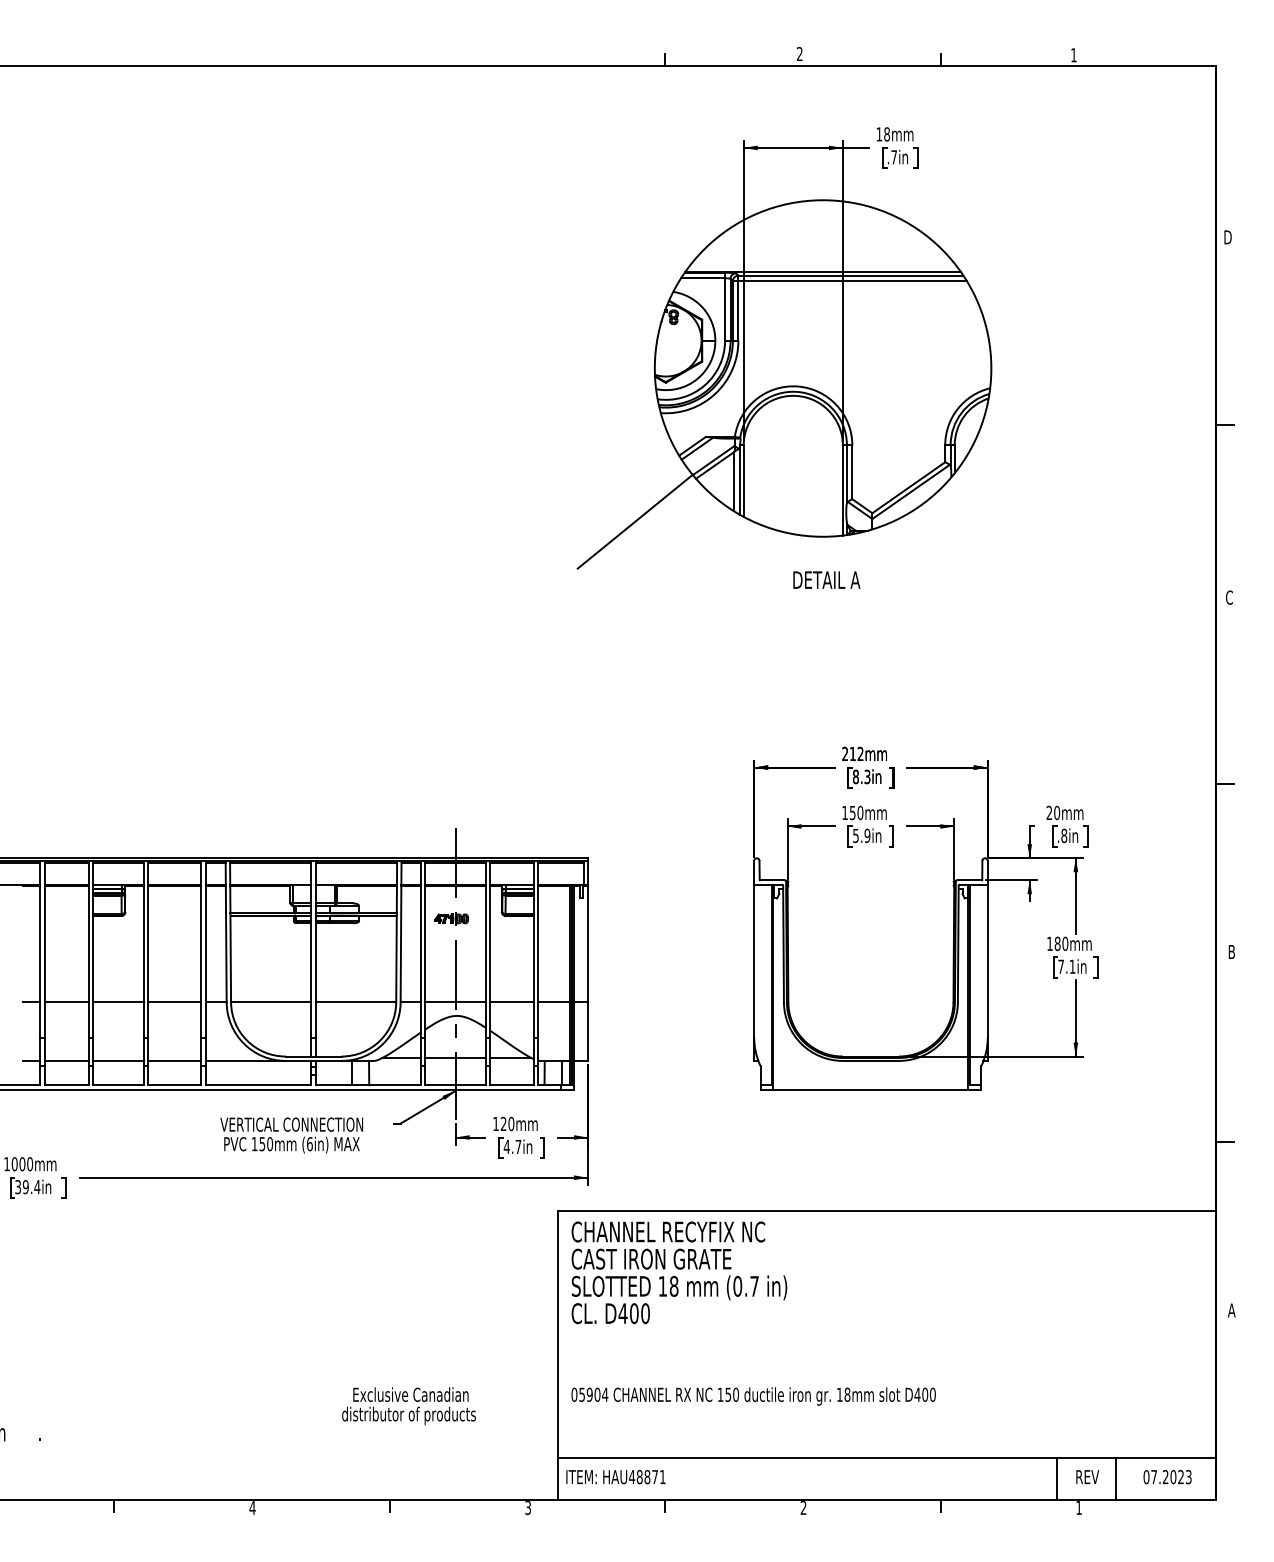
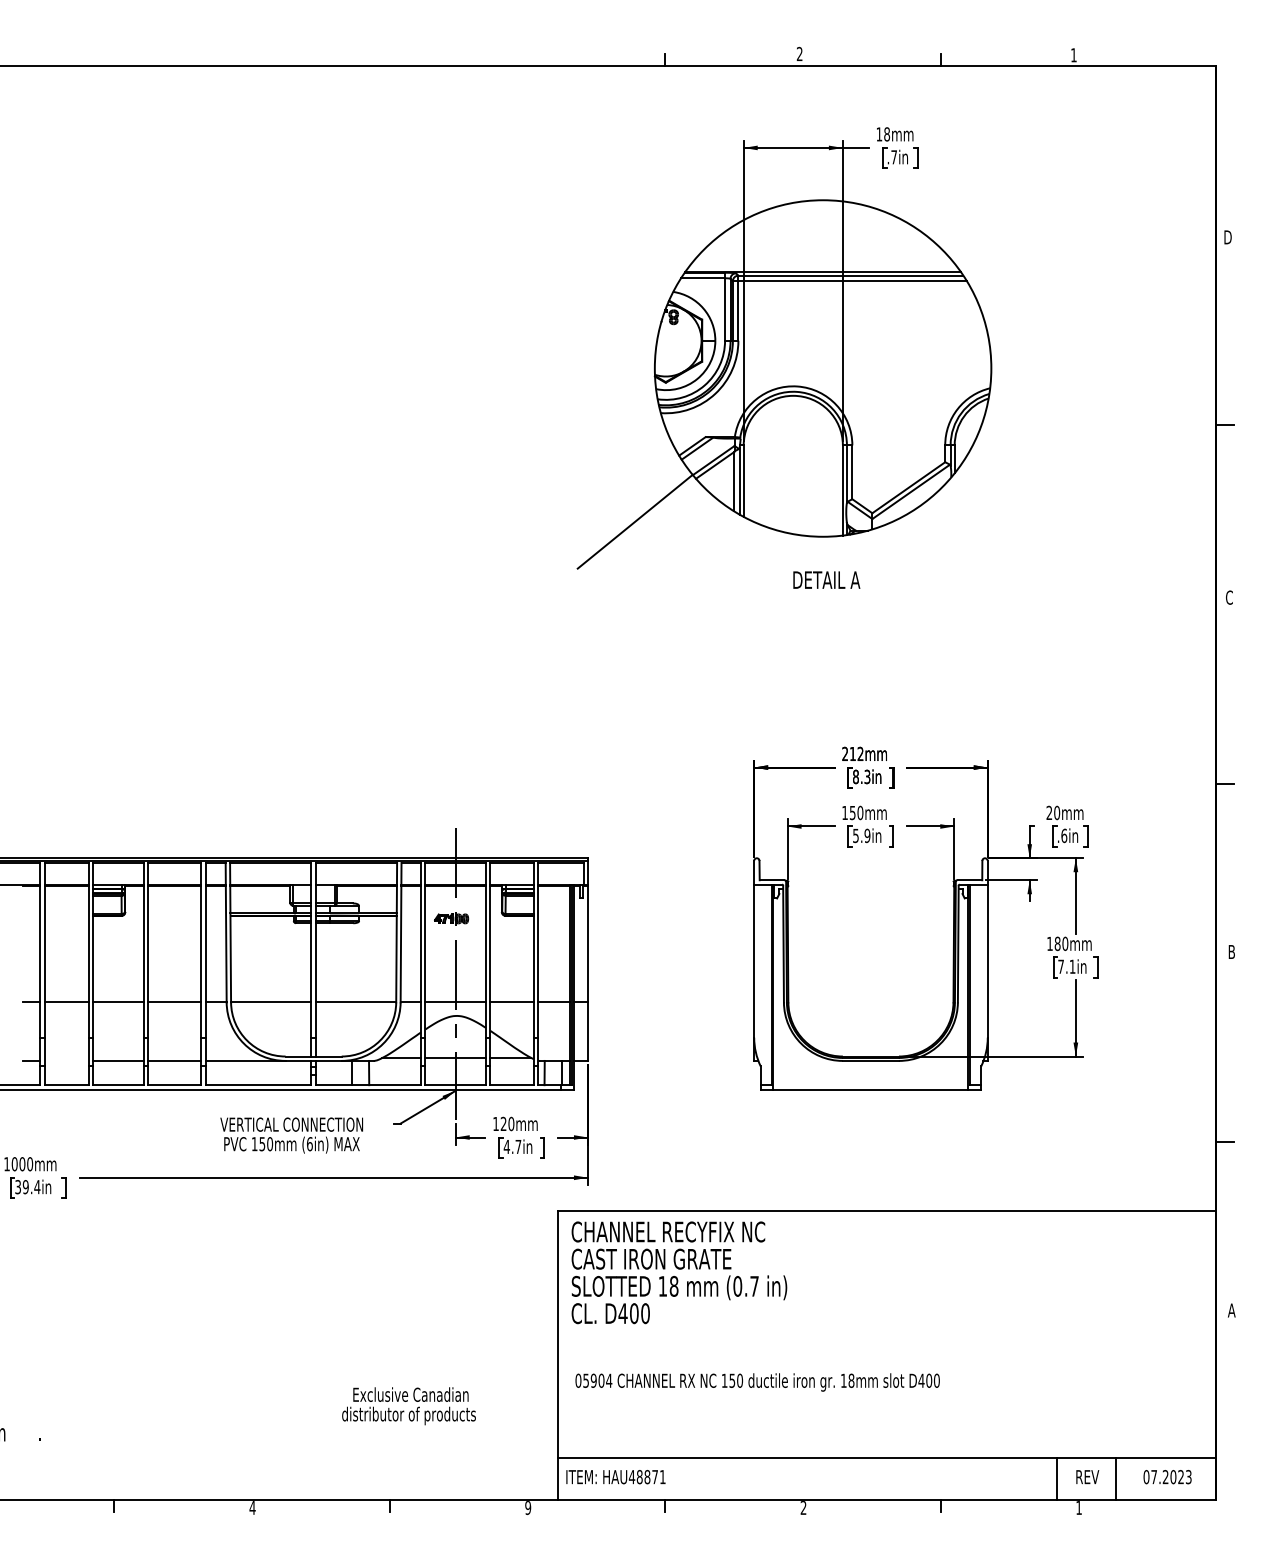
text at (1064, 835): .8in -> .6in
line at (66, 1060): present -> none
text at (753, 1396) position: (753, 1396) -> (757, 1382)
text at (528, 1507): 3 -> 9
